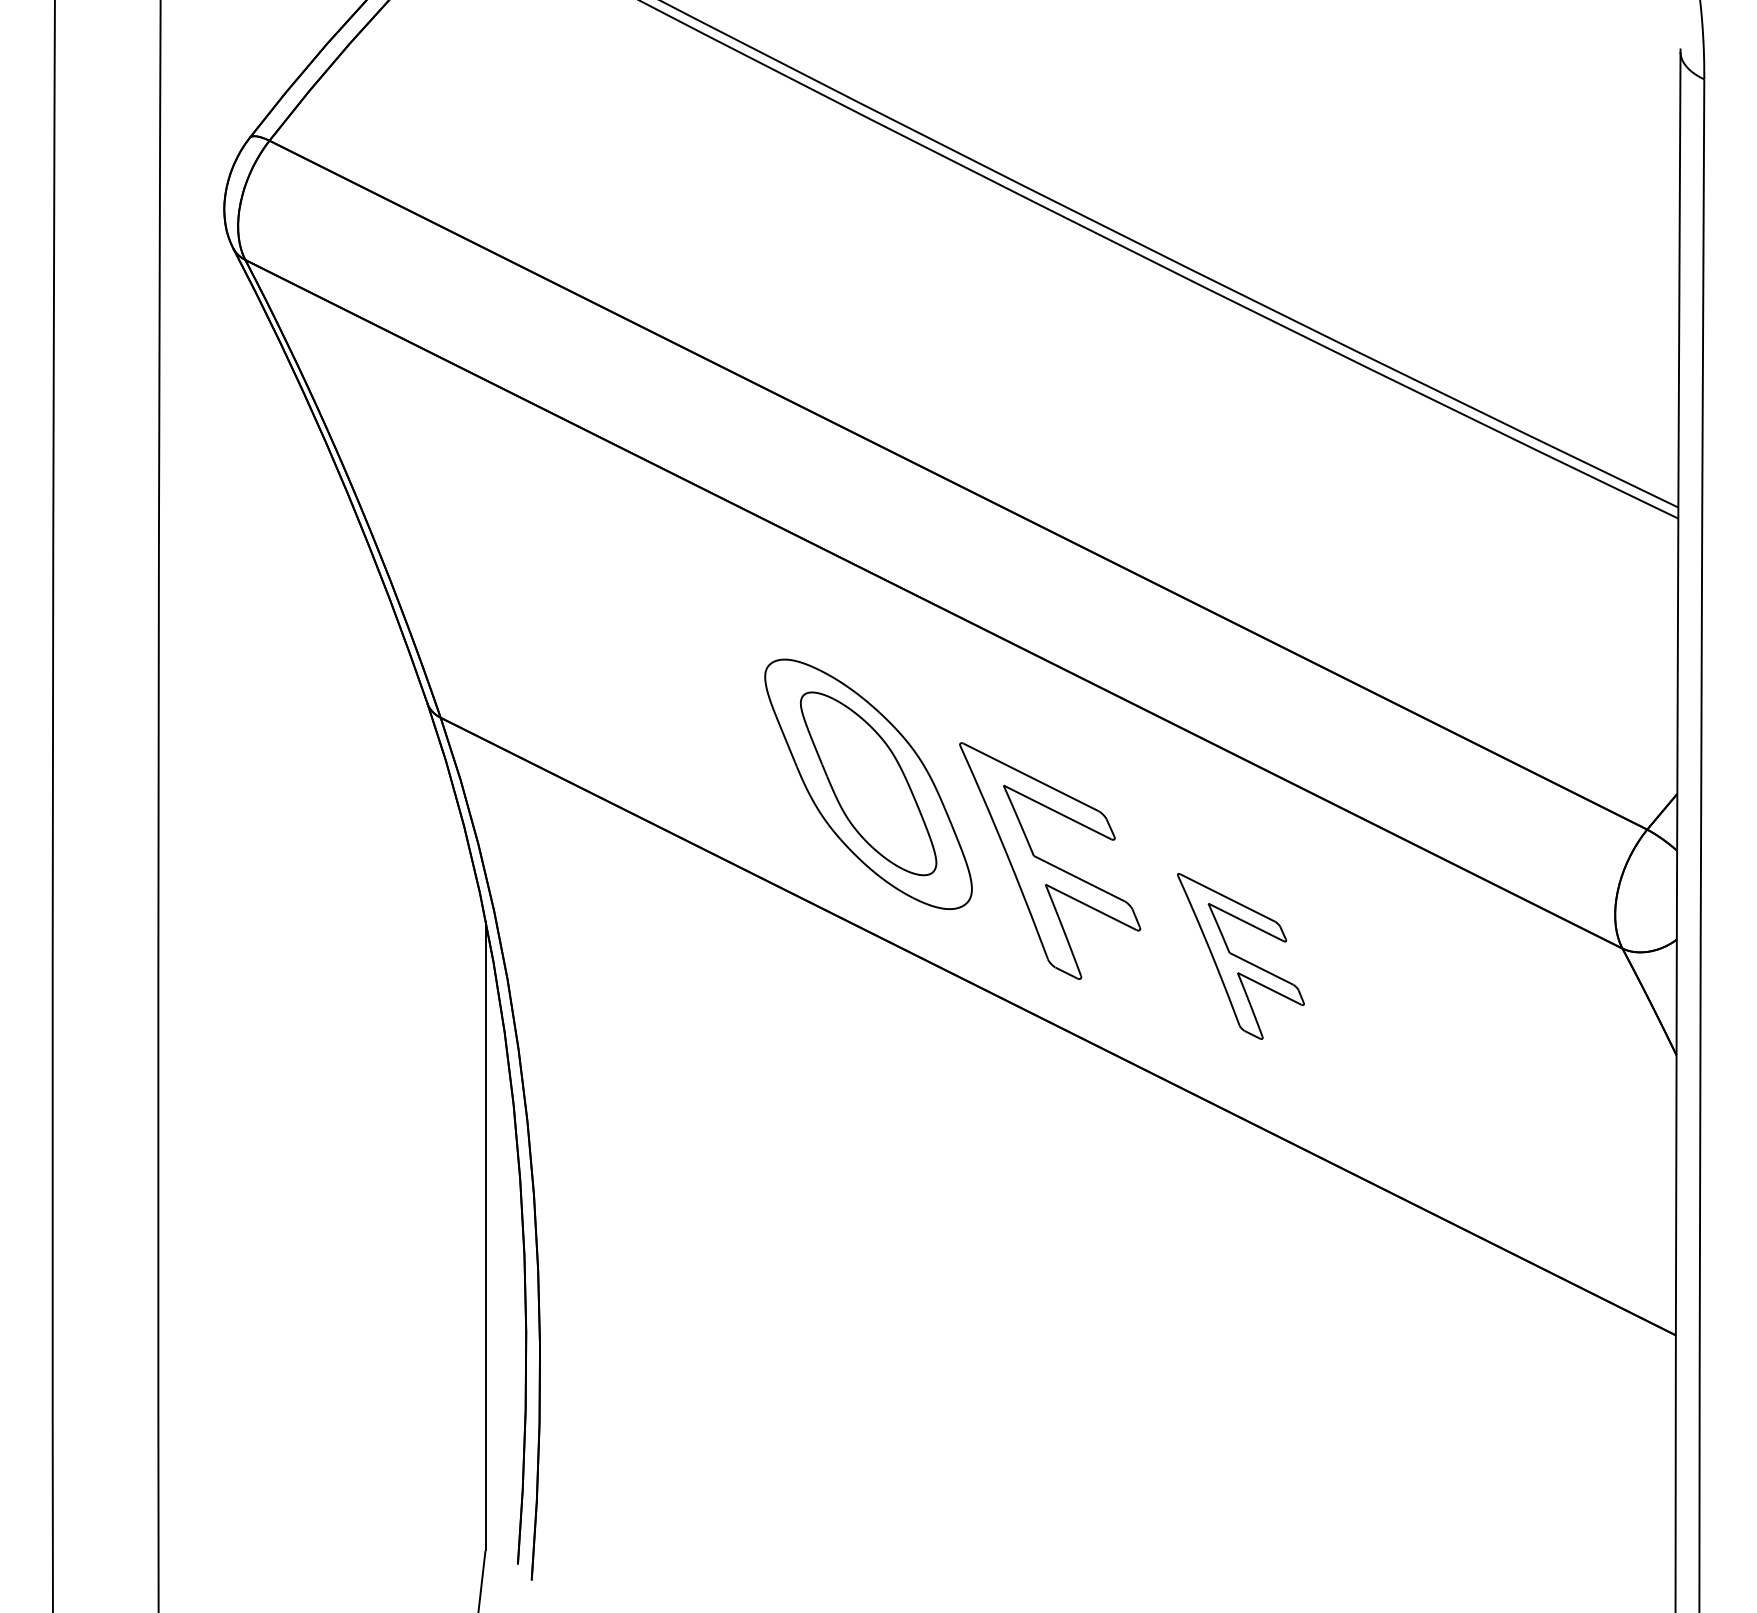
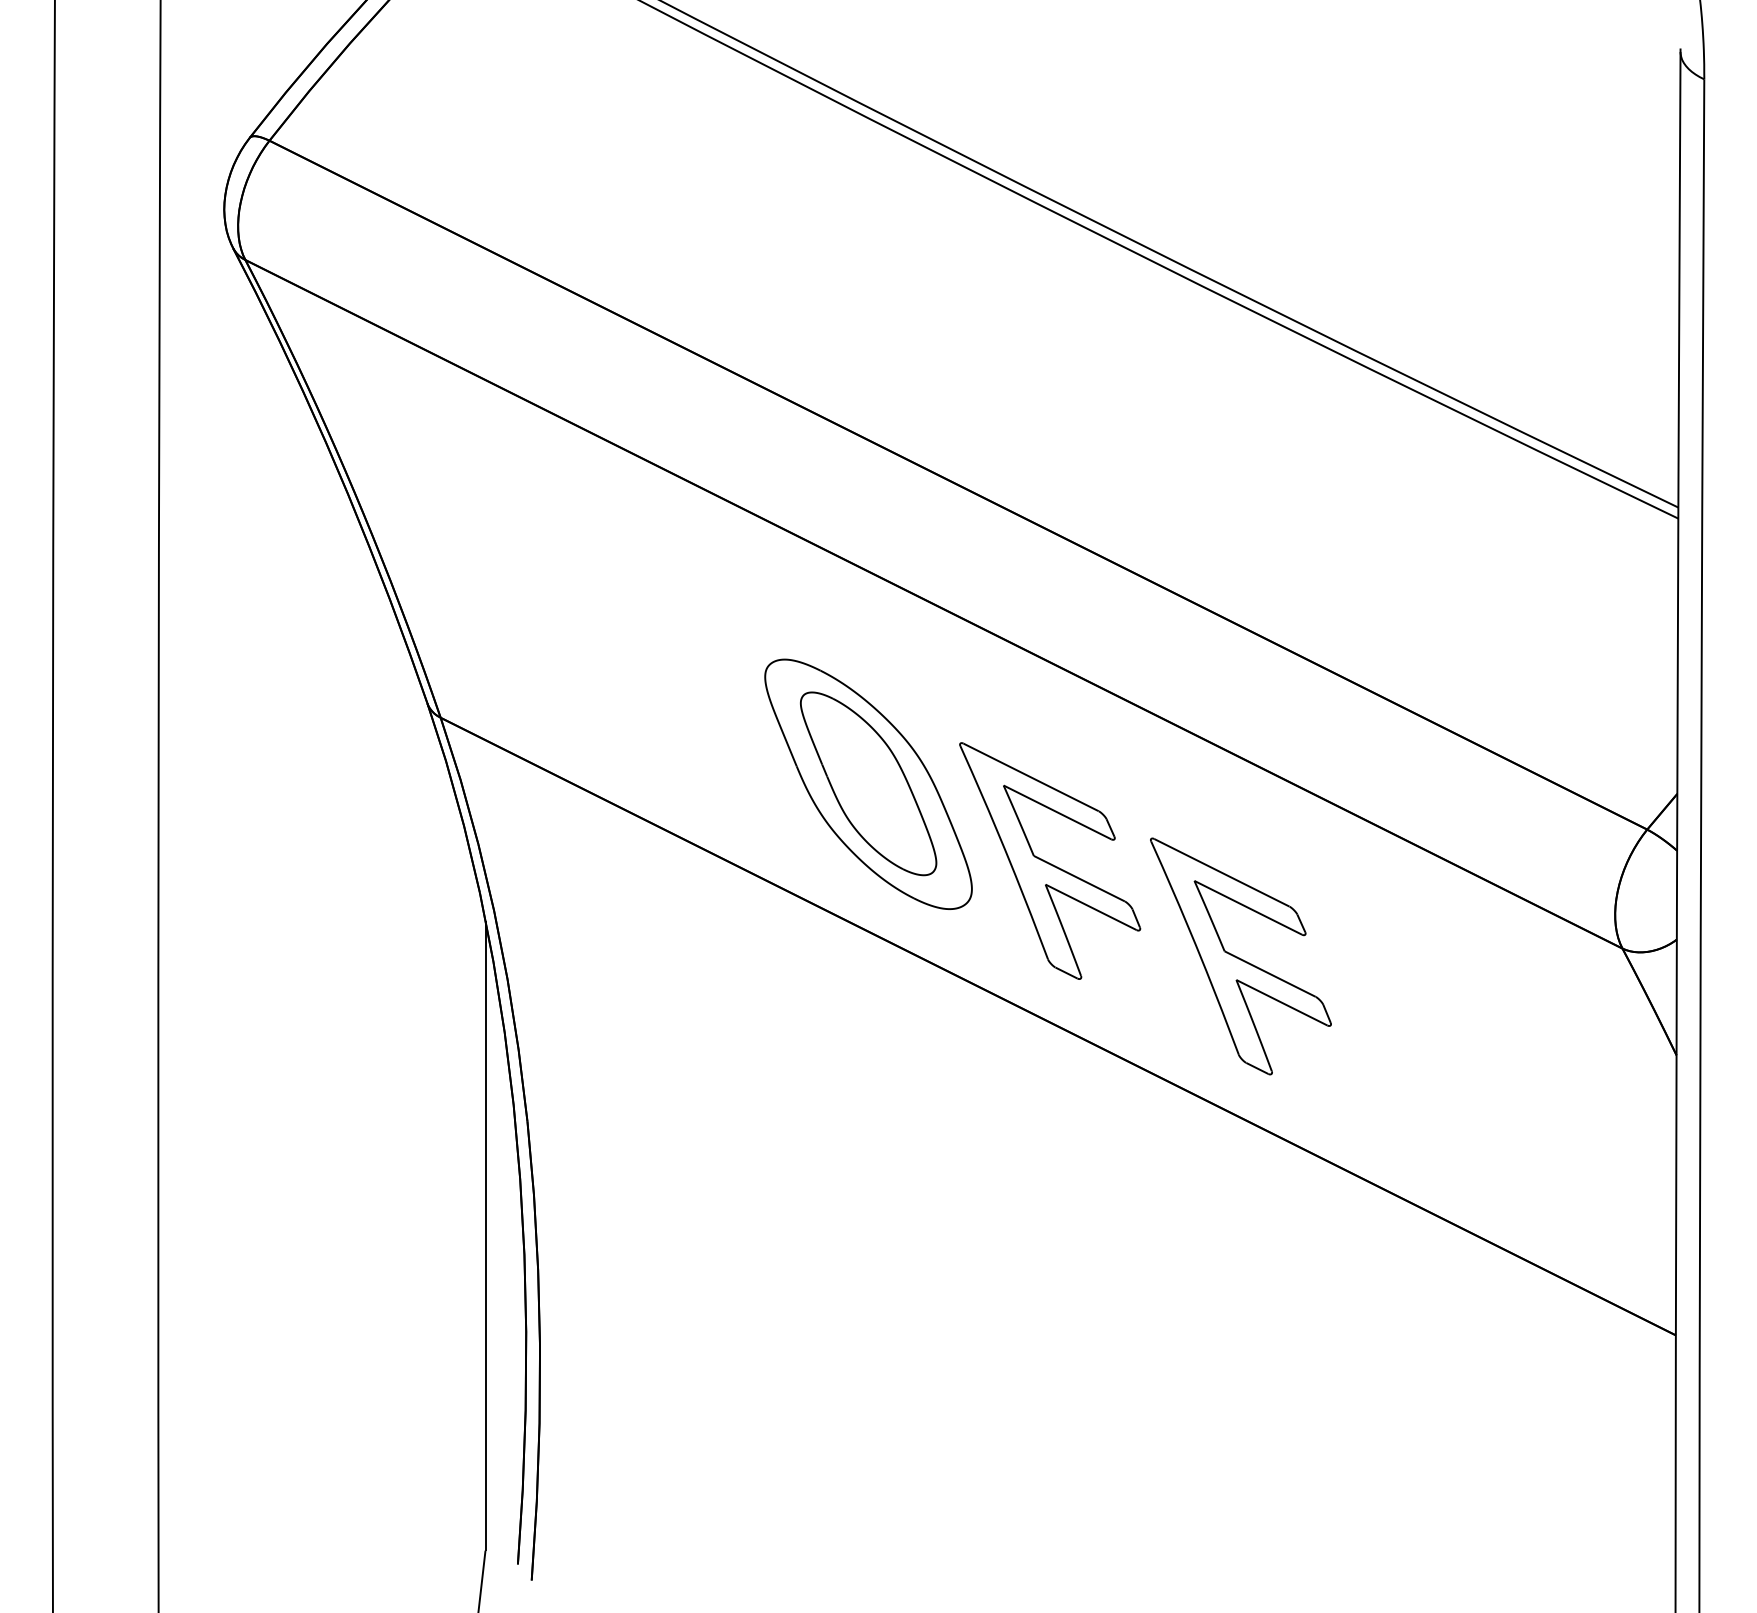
part at (1240, 956) size: 128x167 px -> 182x239 px
